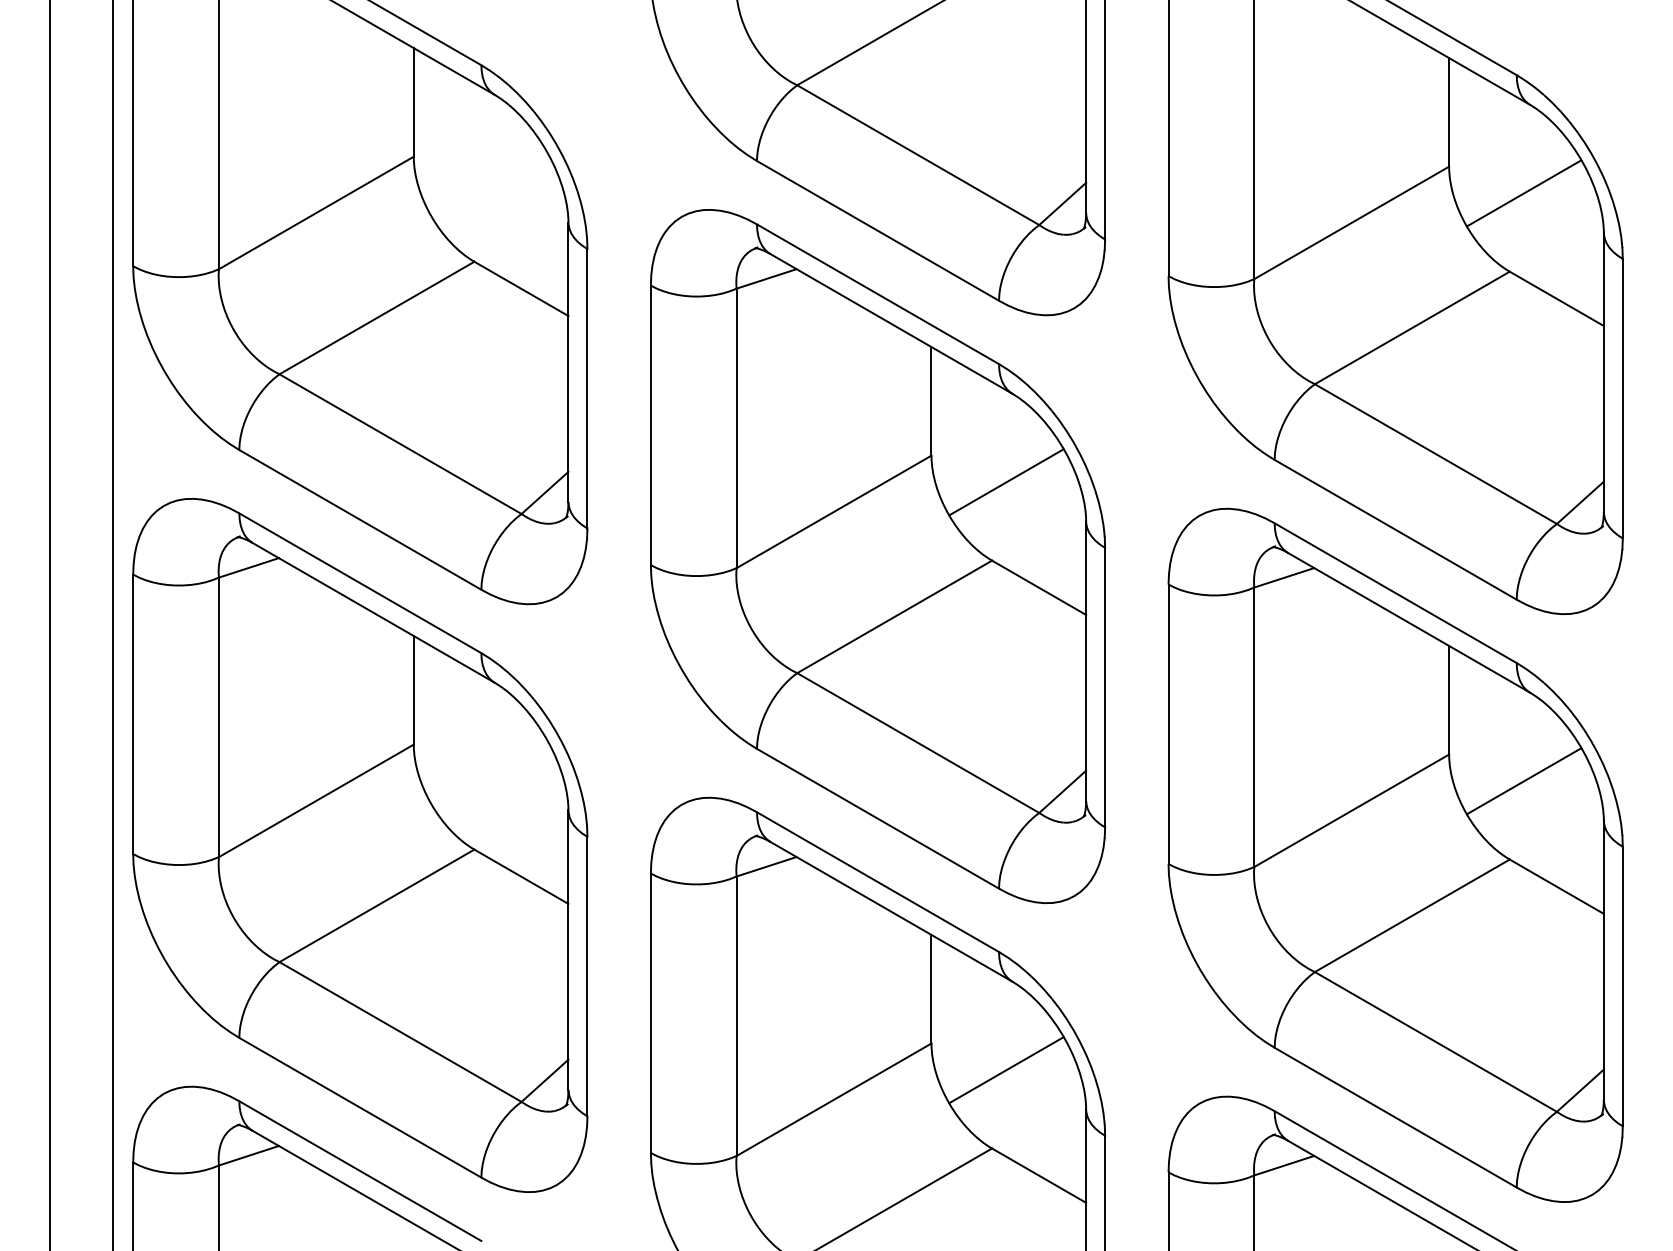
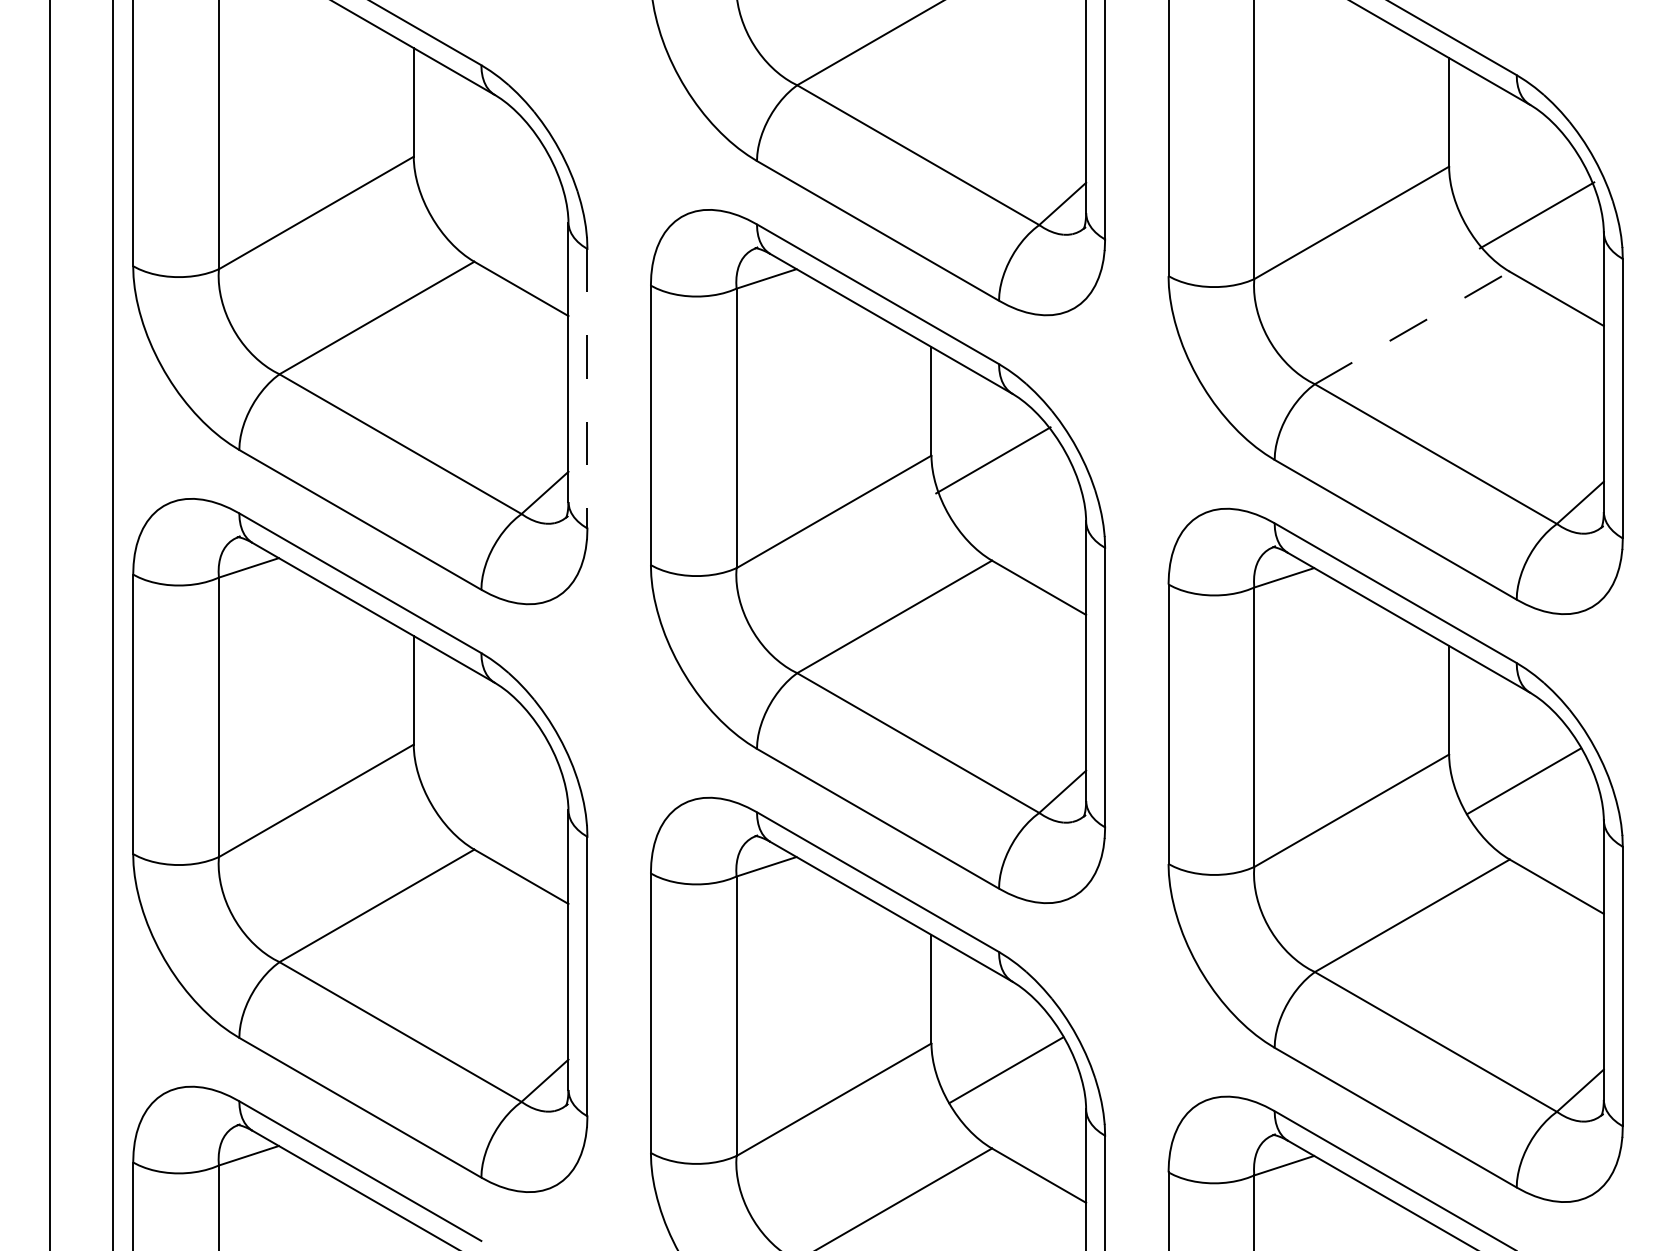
line at (1523, 193) position: (1523, 193) -> (1536, 215)
line at (1412, 327): solid -> dashed
line at (587, 388): solid -> dashed
line at (1006, 482) position: (1006, 482) -> (993, 460)
